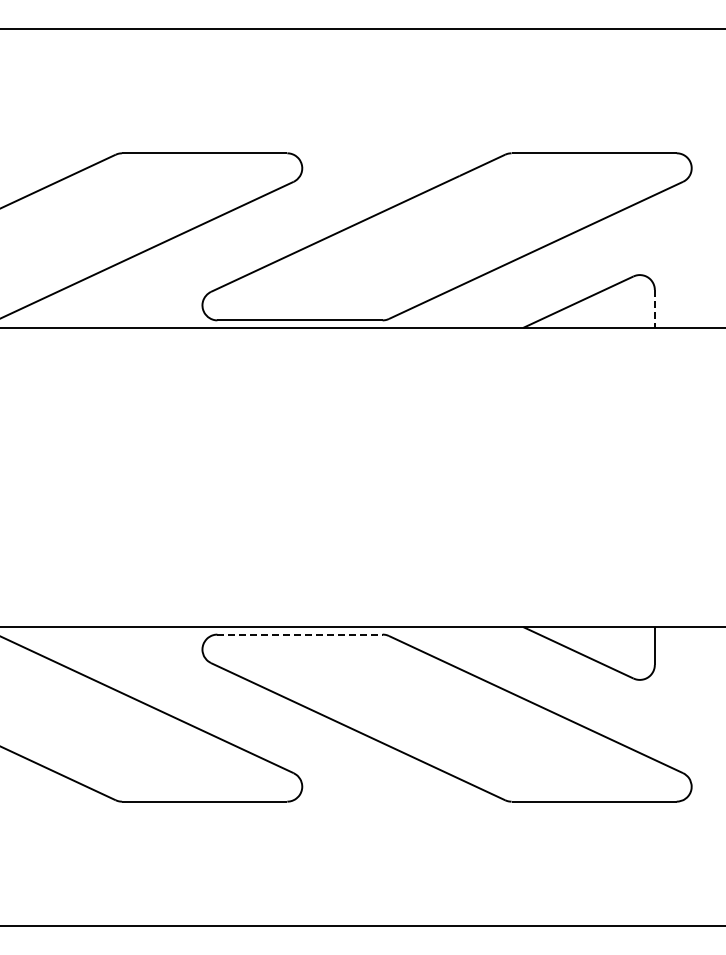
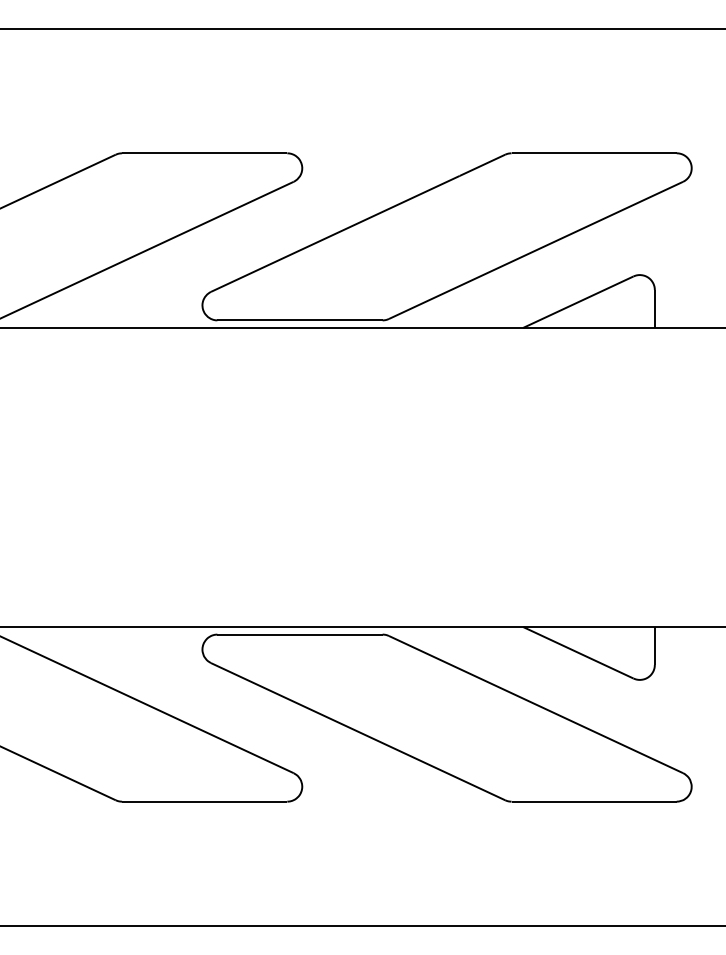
line at (654, 308): dashed -> solid
line at (300, 634): dashed -> solid
